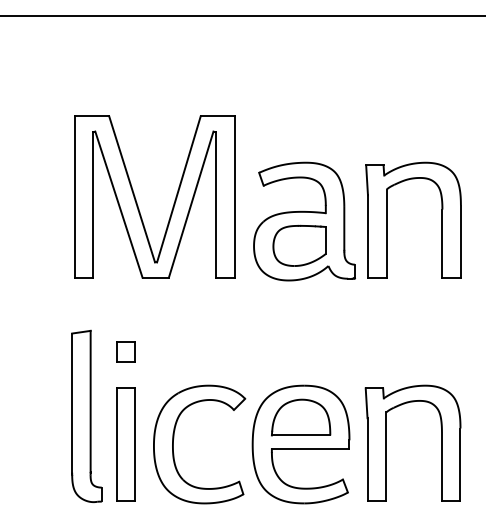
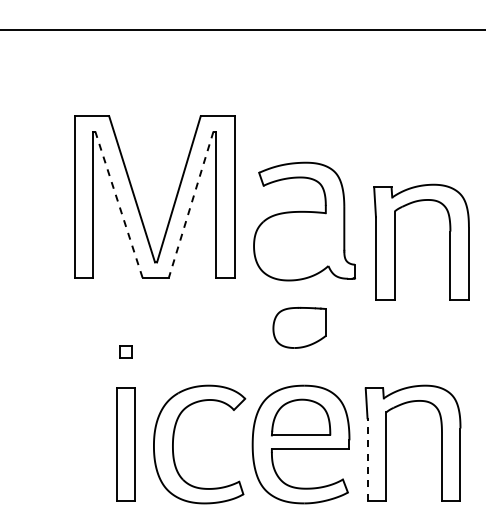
line at (242, 15) position: (242, 15) -> (242, 29)
line at (118, 204): solid -> dashed
line at (191, 205): solid -> dashed
part at (387, 219) position: (387, 219) -> (395, 241)
part at (299, 245) position: (299, 245) -> (299, 327)
part at (125, 351) size: 20x22 px -> 14x14 px
part at (86, 415): present -> none
line at (367, 459): solid -> dashed
